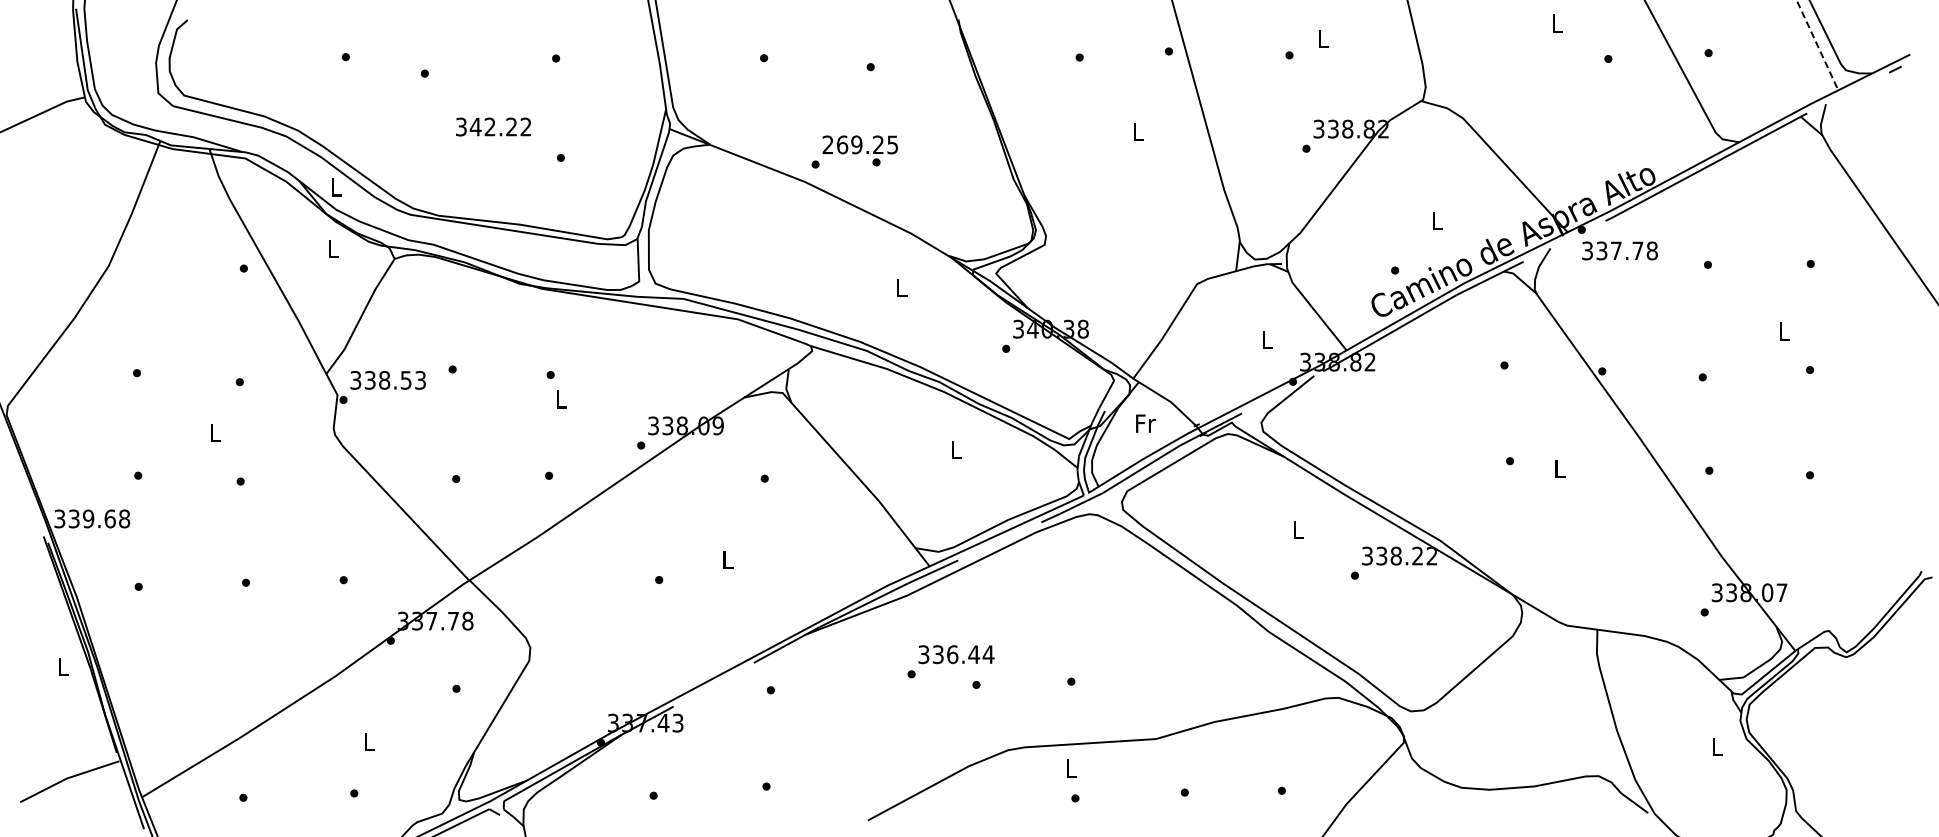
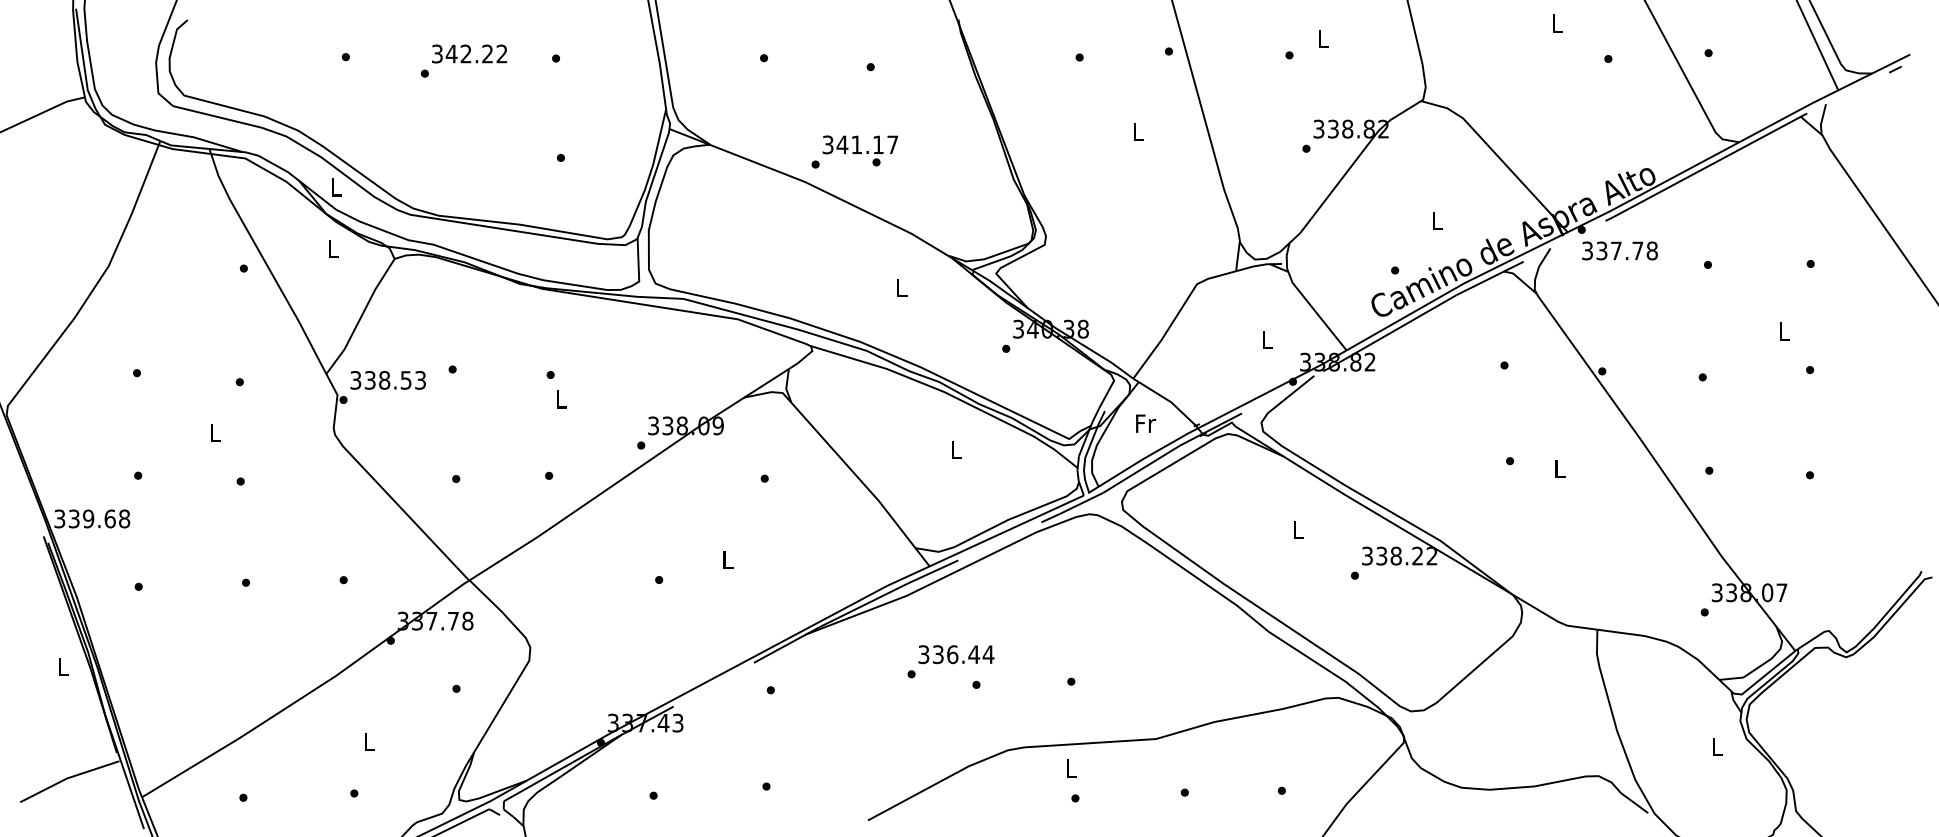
line at (1817, 45): dashed -> solid
text at (493, 126) position: (493, 126) -> (469, 53)
text at (860, 144): 269.25 -> 341.17
